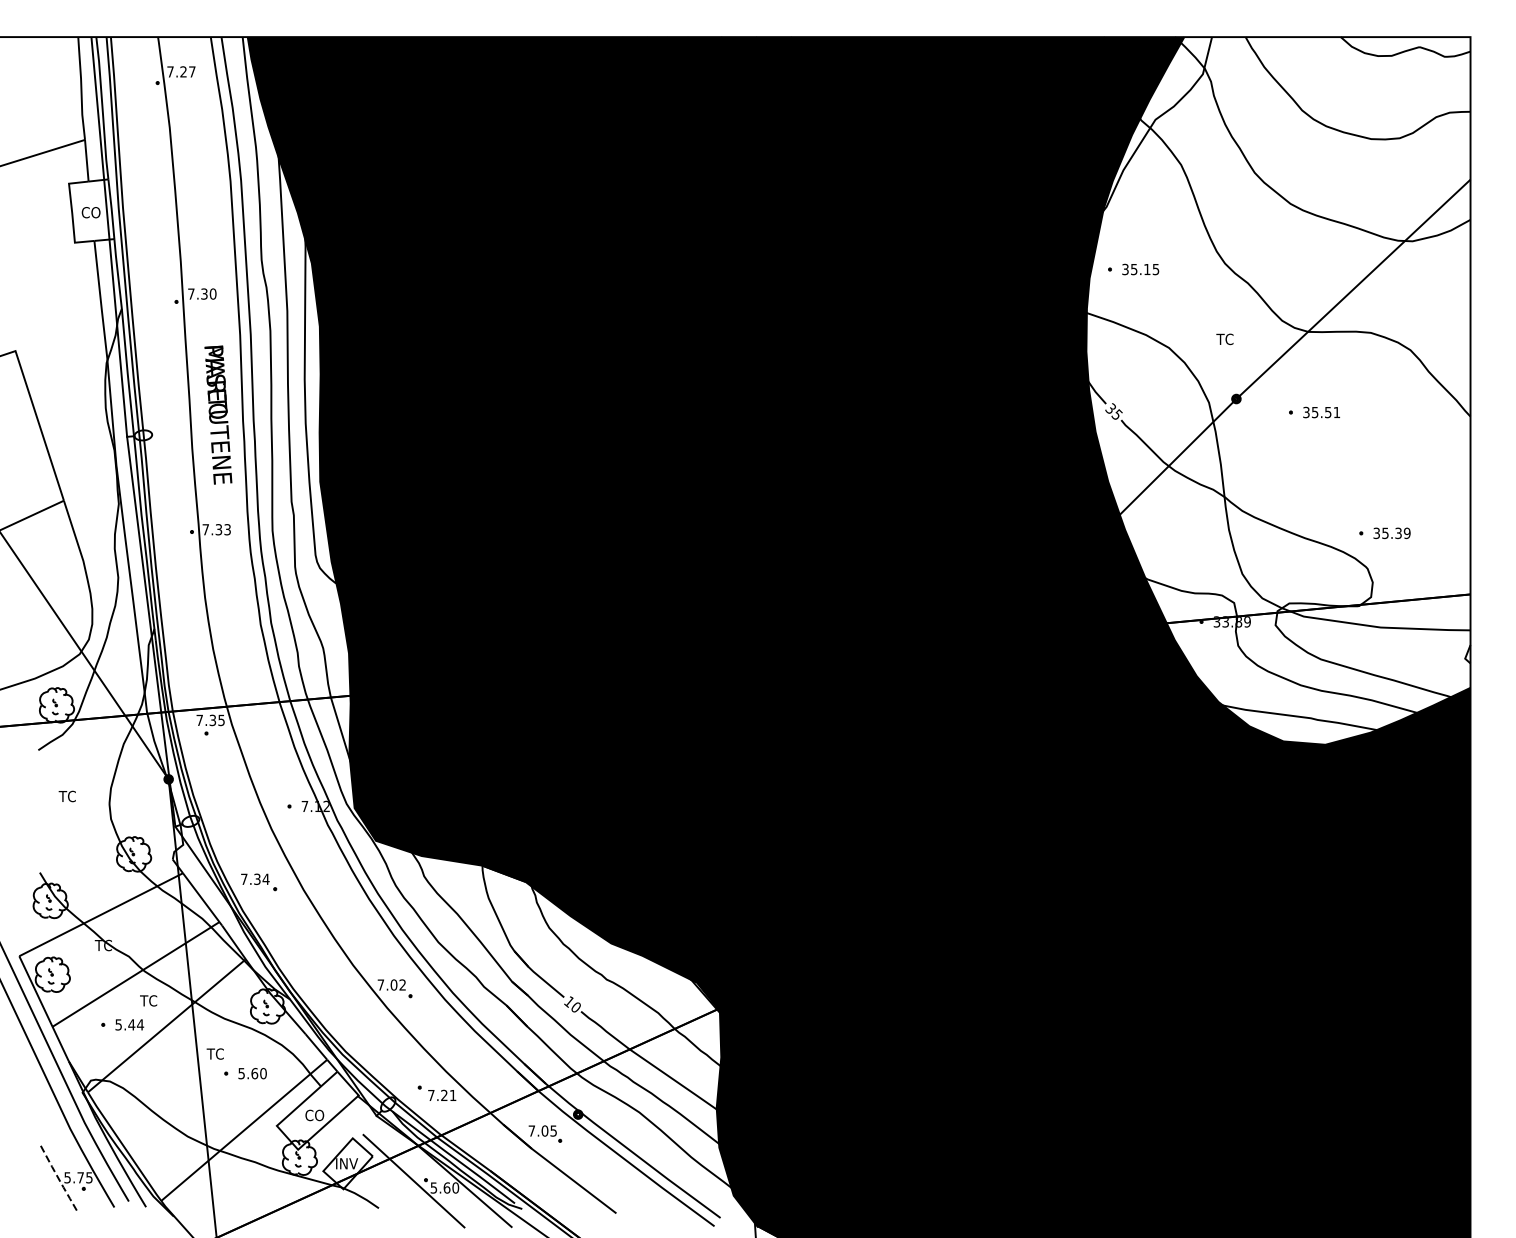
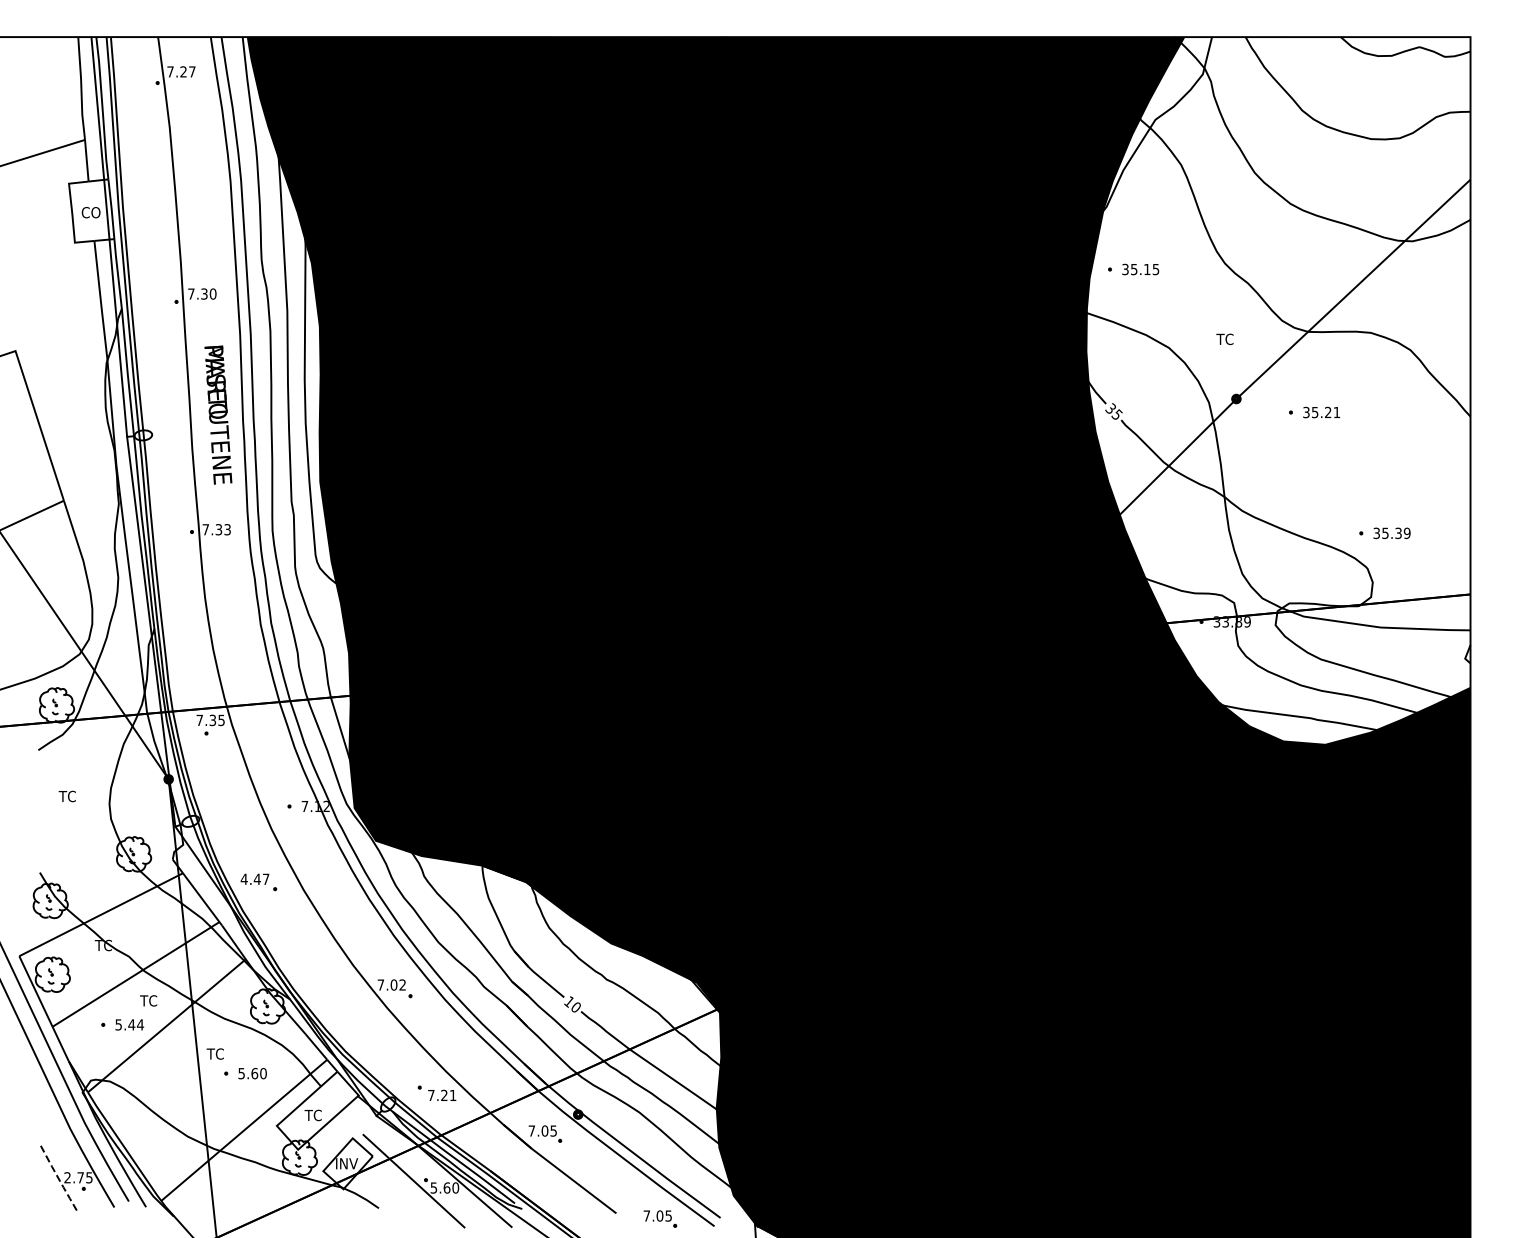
text at (1328, 412): 35.51 -> 35.21
text at (254, 878): 7.34 -> 4.47
text at (314, 1115): CO -> TC
text at (67, 1177): 5.75 -> 2.75
part at (660, 1218): none -> present
